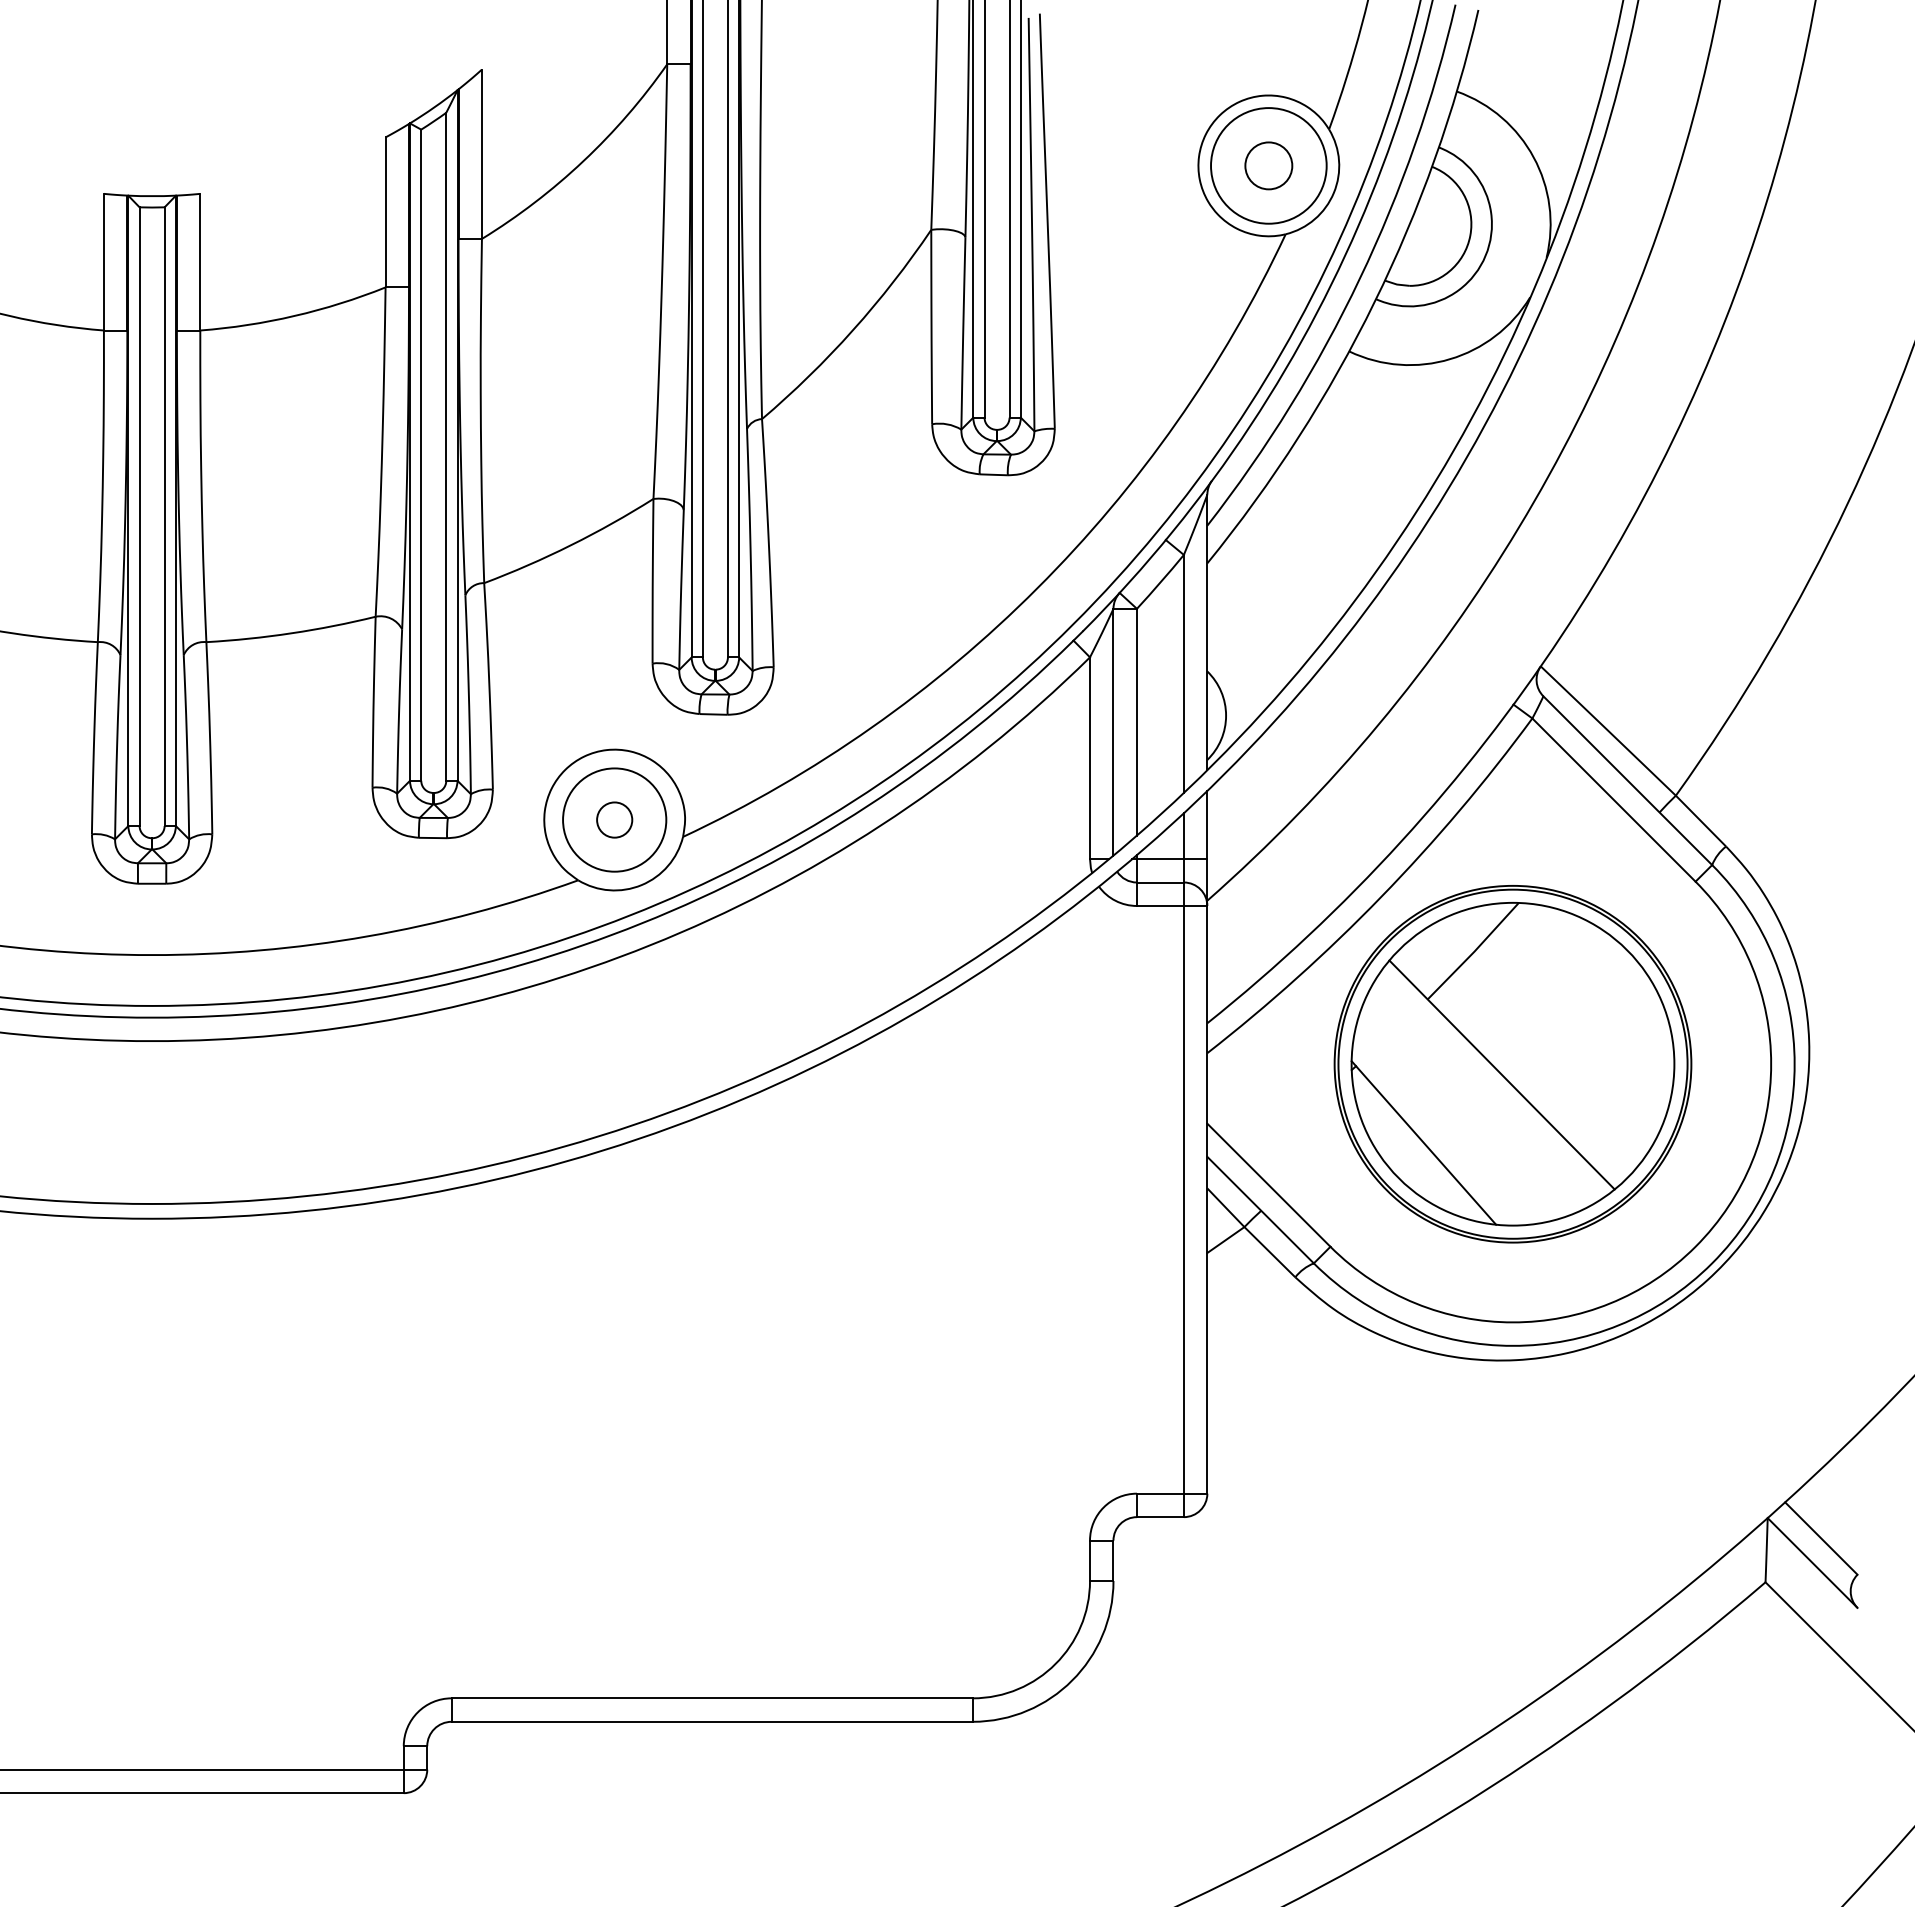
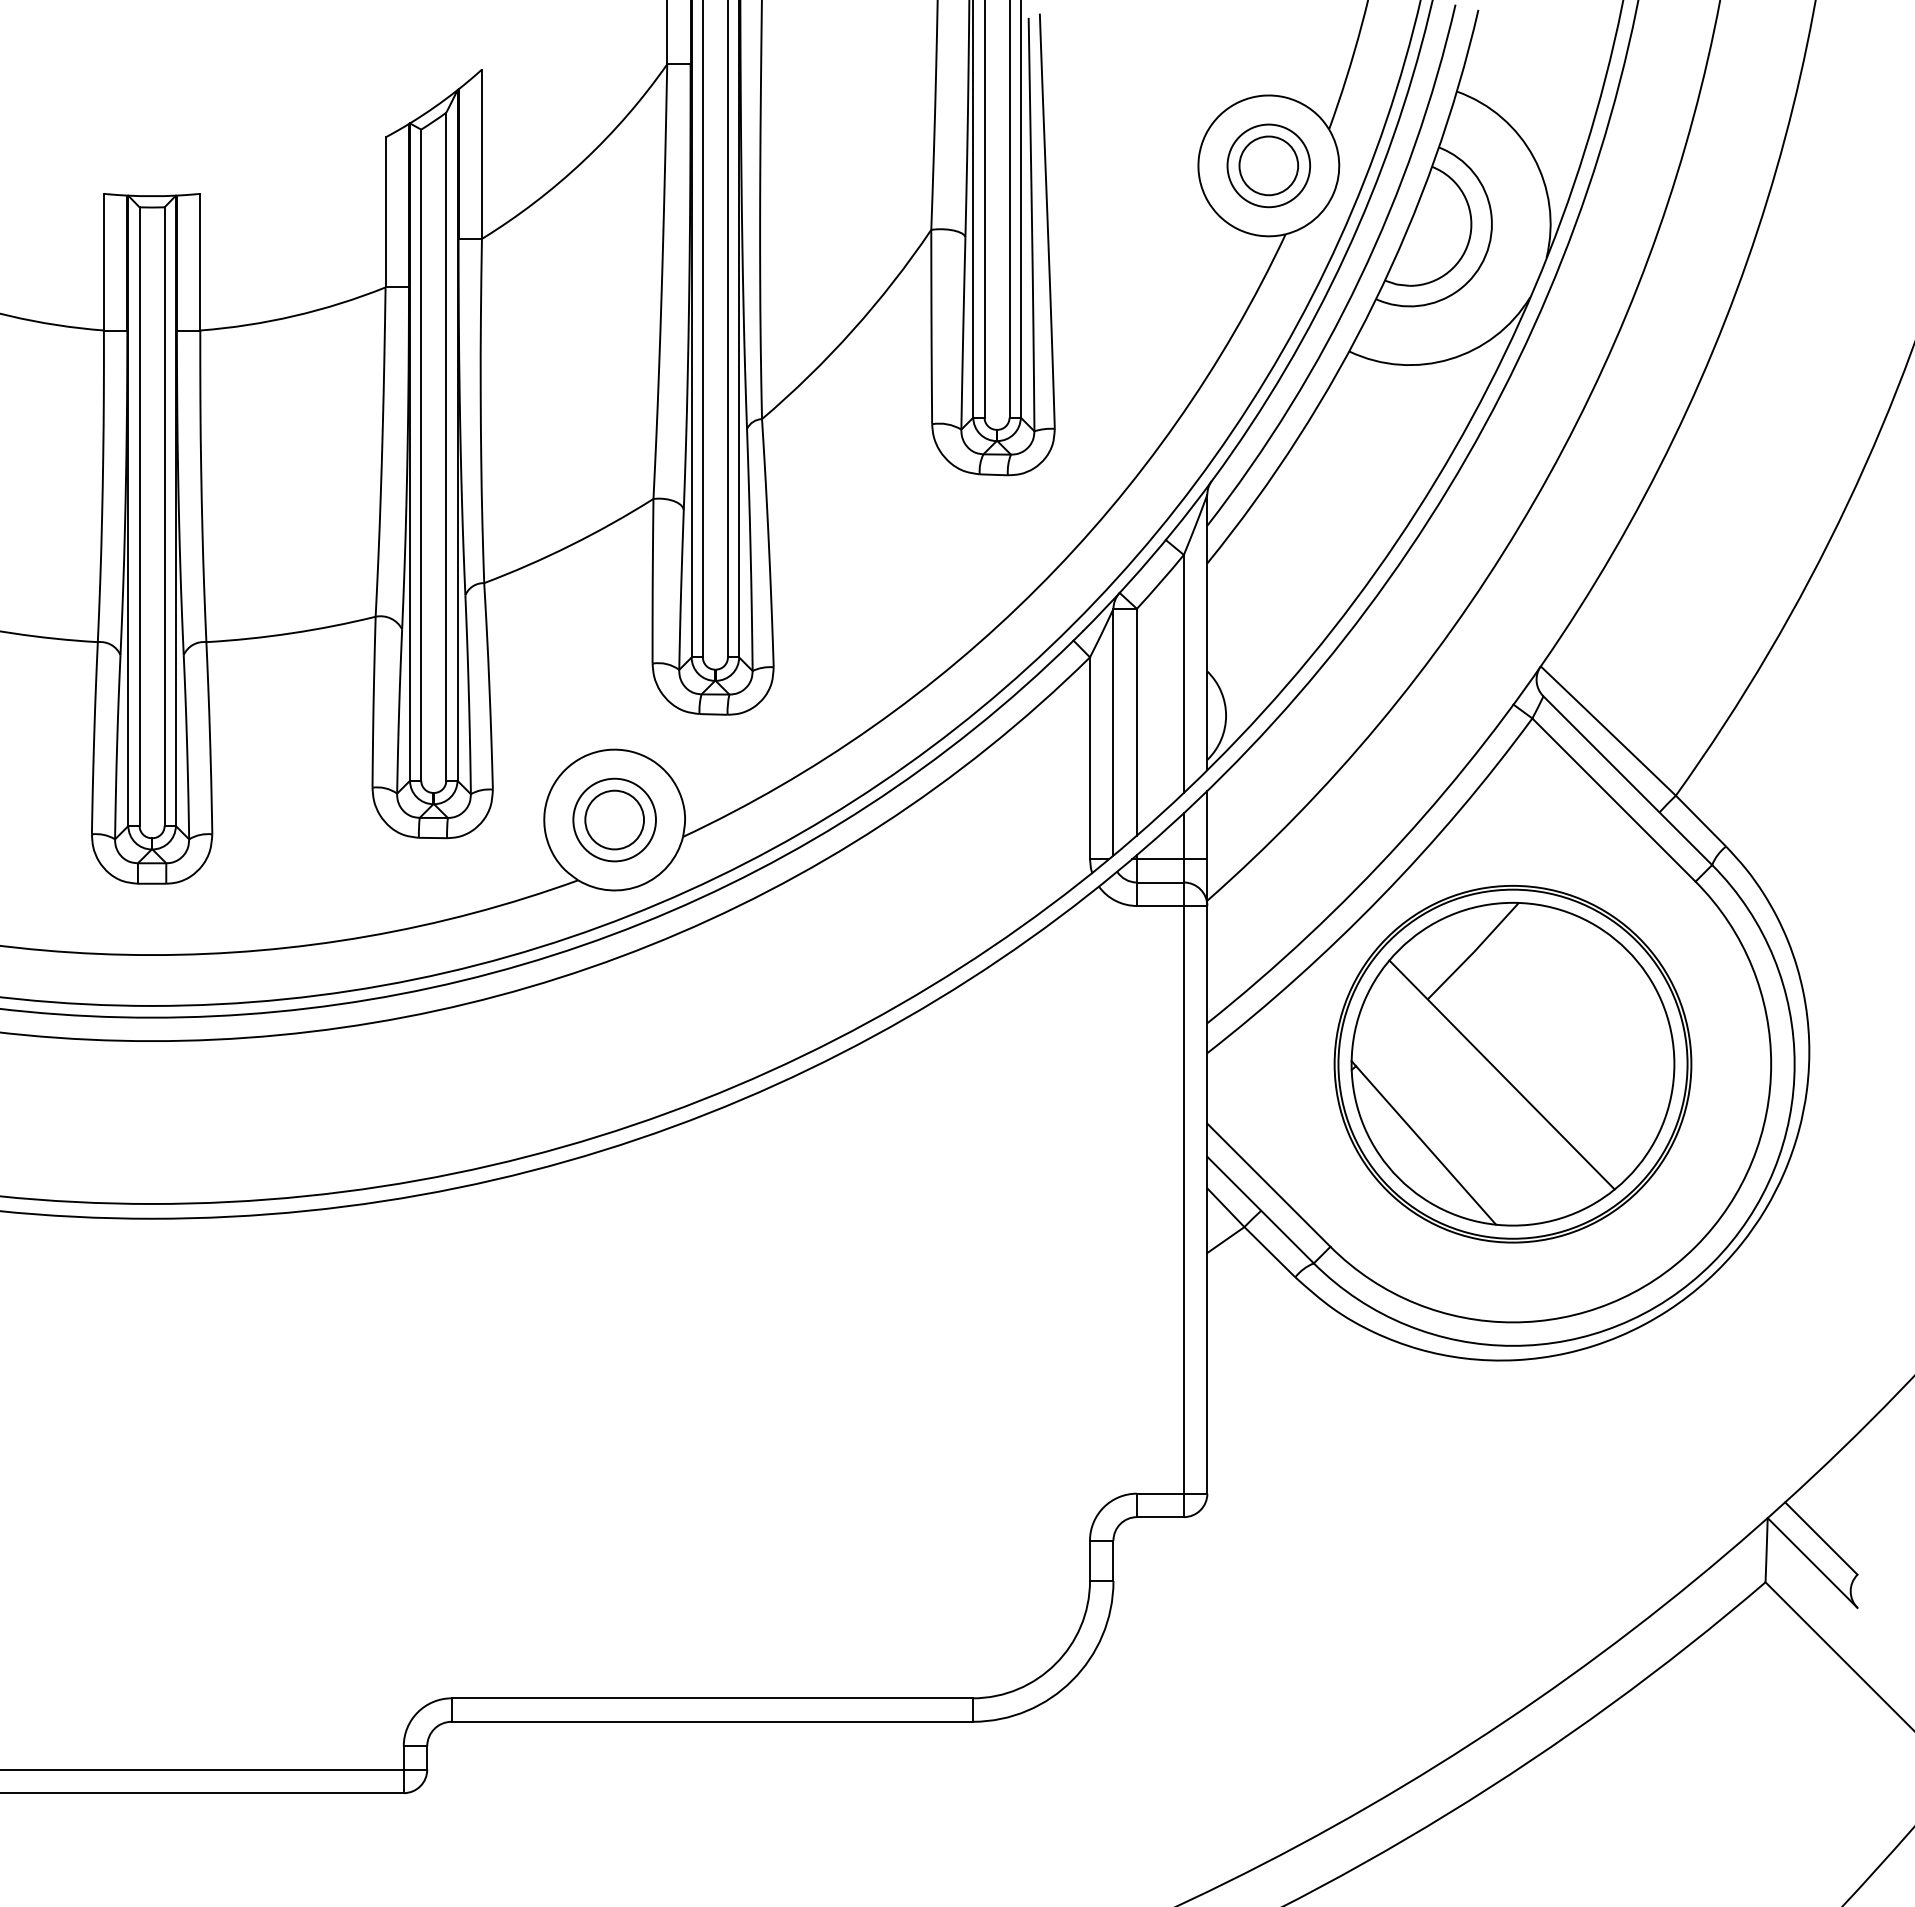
circle at (1268, 165) diameter: 116 px -> 83 px
circle at (1268, 165) diameter: 47 px -> 59 px
circle at (614, 819) diameter: 103 px -> 83 px
circle at (614, 819) diameter: 35 px -> 59 px
